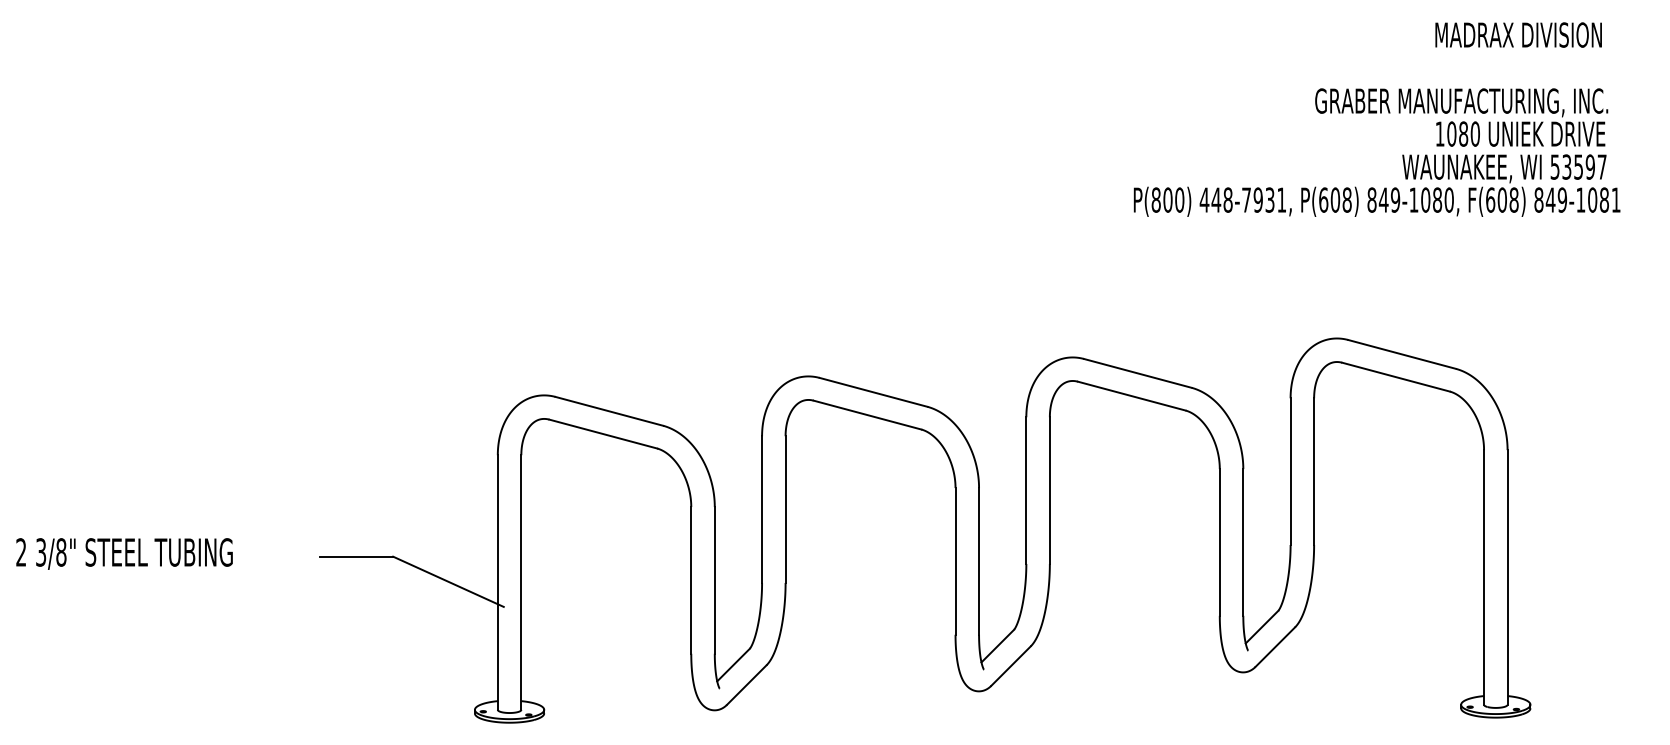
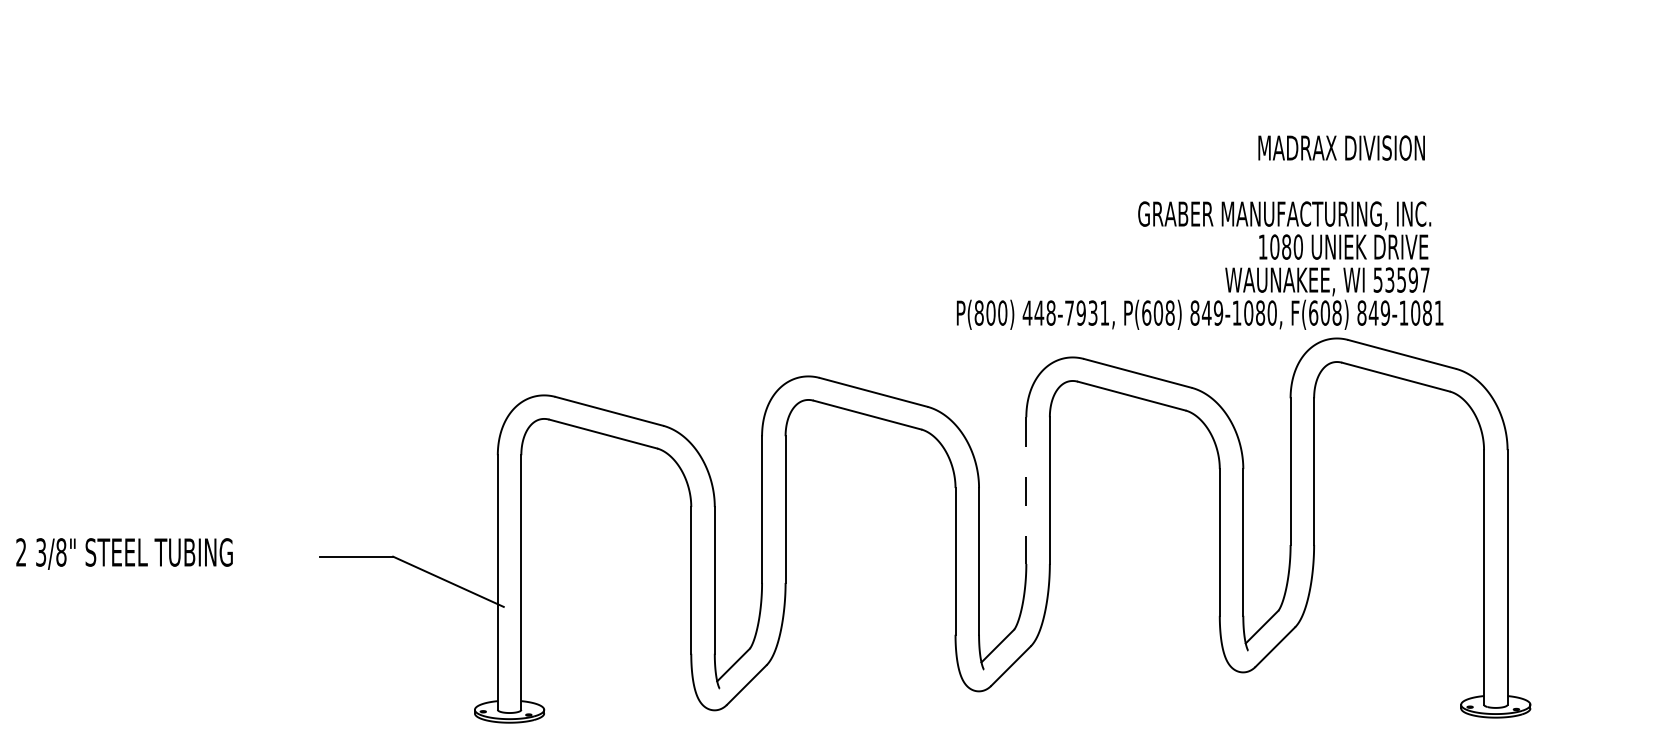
text at (1376, 119) position: (1376, 119) -> (1199, 232)
line at (1026, 491): solid -> dashed
